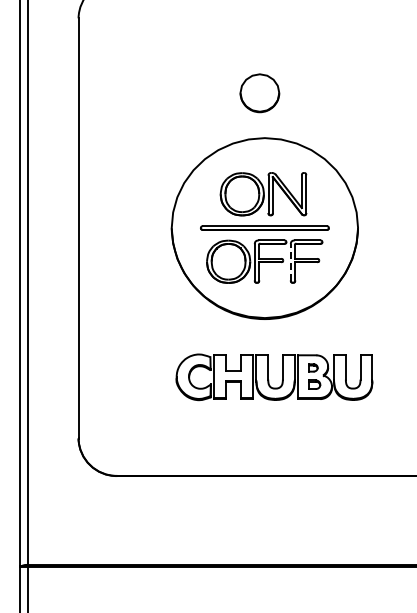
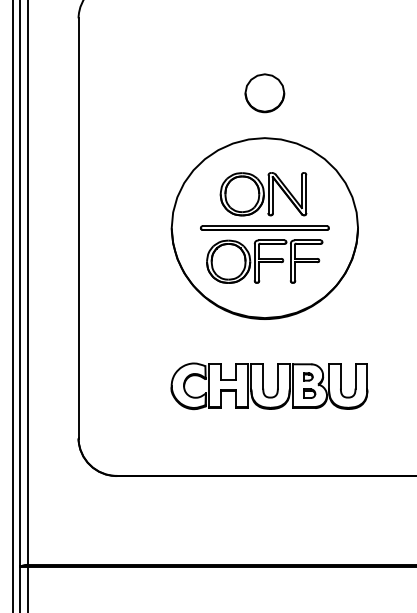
part at (259, 93) position: (259, 93) -> (264, 93)
line at (290, 261): dashed -> solid
line at (12, 305): none -> present
part at (274, 377) position: (274, 377) -> (269, 386)
